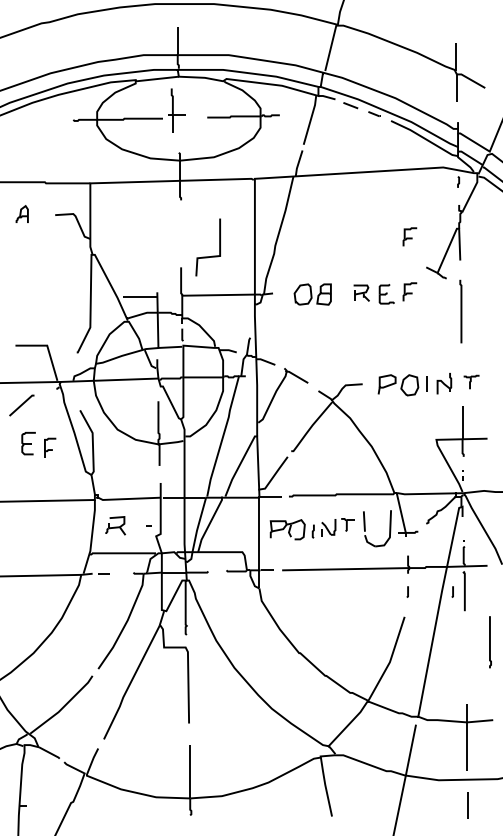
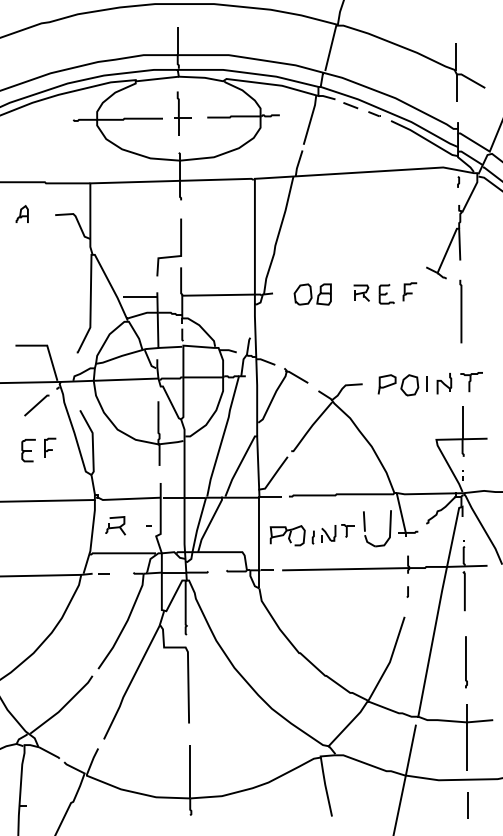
part at (176, 110) position: (176, 110) -> (182, 113)
part at (409, 236): present -> none
line at (207, 256) position: (207, 256) -> (168, 256)
part at (471, 381) size: 17x16 px -> 23x21 px
line at (21, 405) position: (21, 405) -> (36, 405)
part at (28, 443) position: (28, 443) -> (28, 450)
part at (311, 529) position: (311, 529) -> (311, 535)
line at (452, 591): present -> none
line at (490, 642) position: (490, 642) -> (466, 662)
